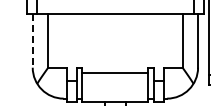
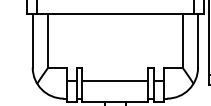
line at (32, 40): dashed -> solid
line at (115, 73) position: (115, 73) -> (115, 81)
